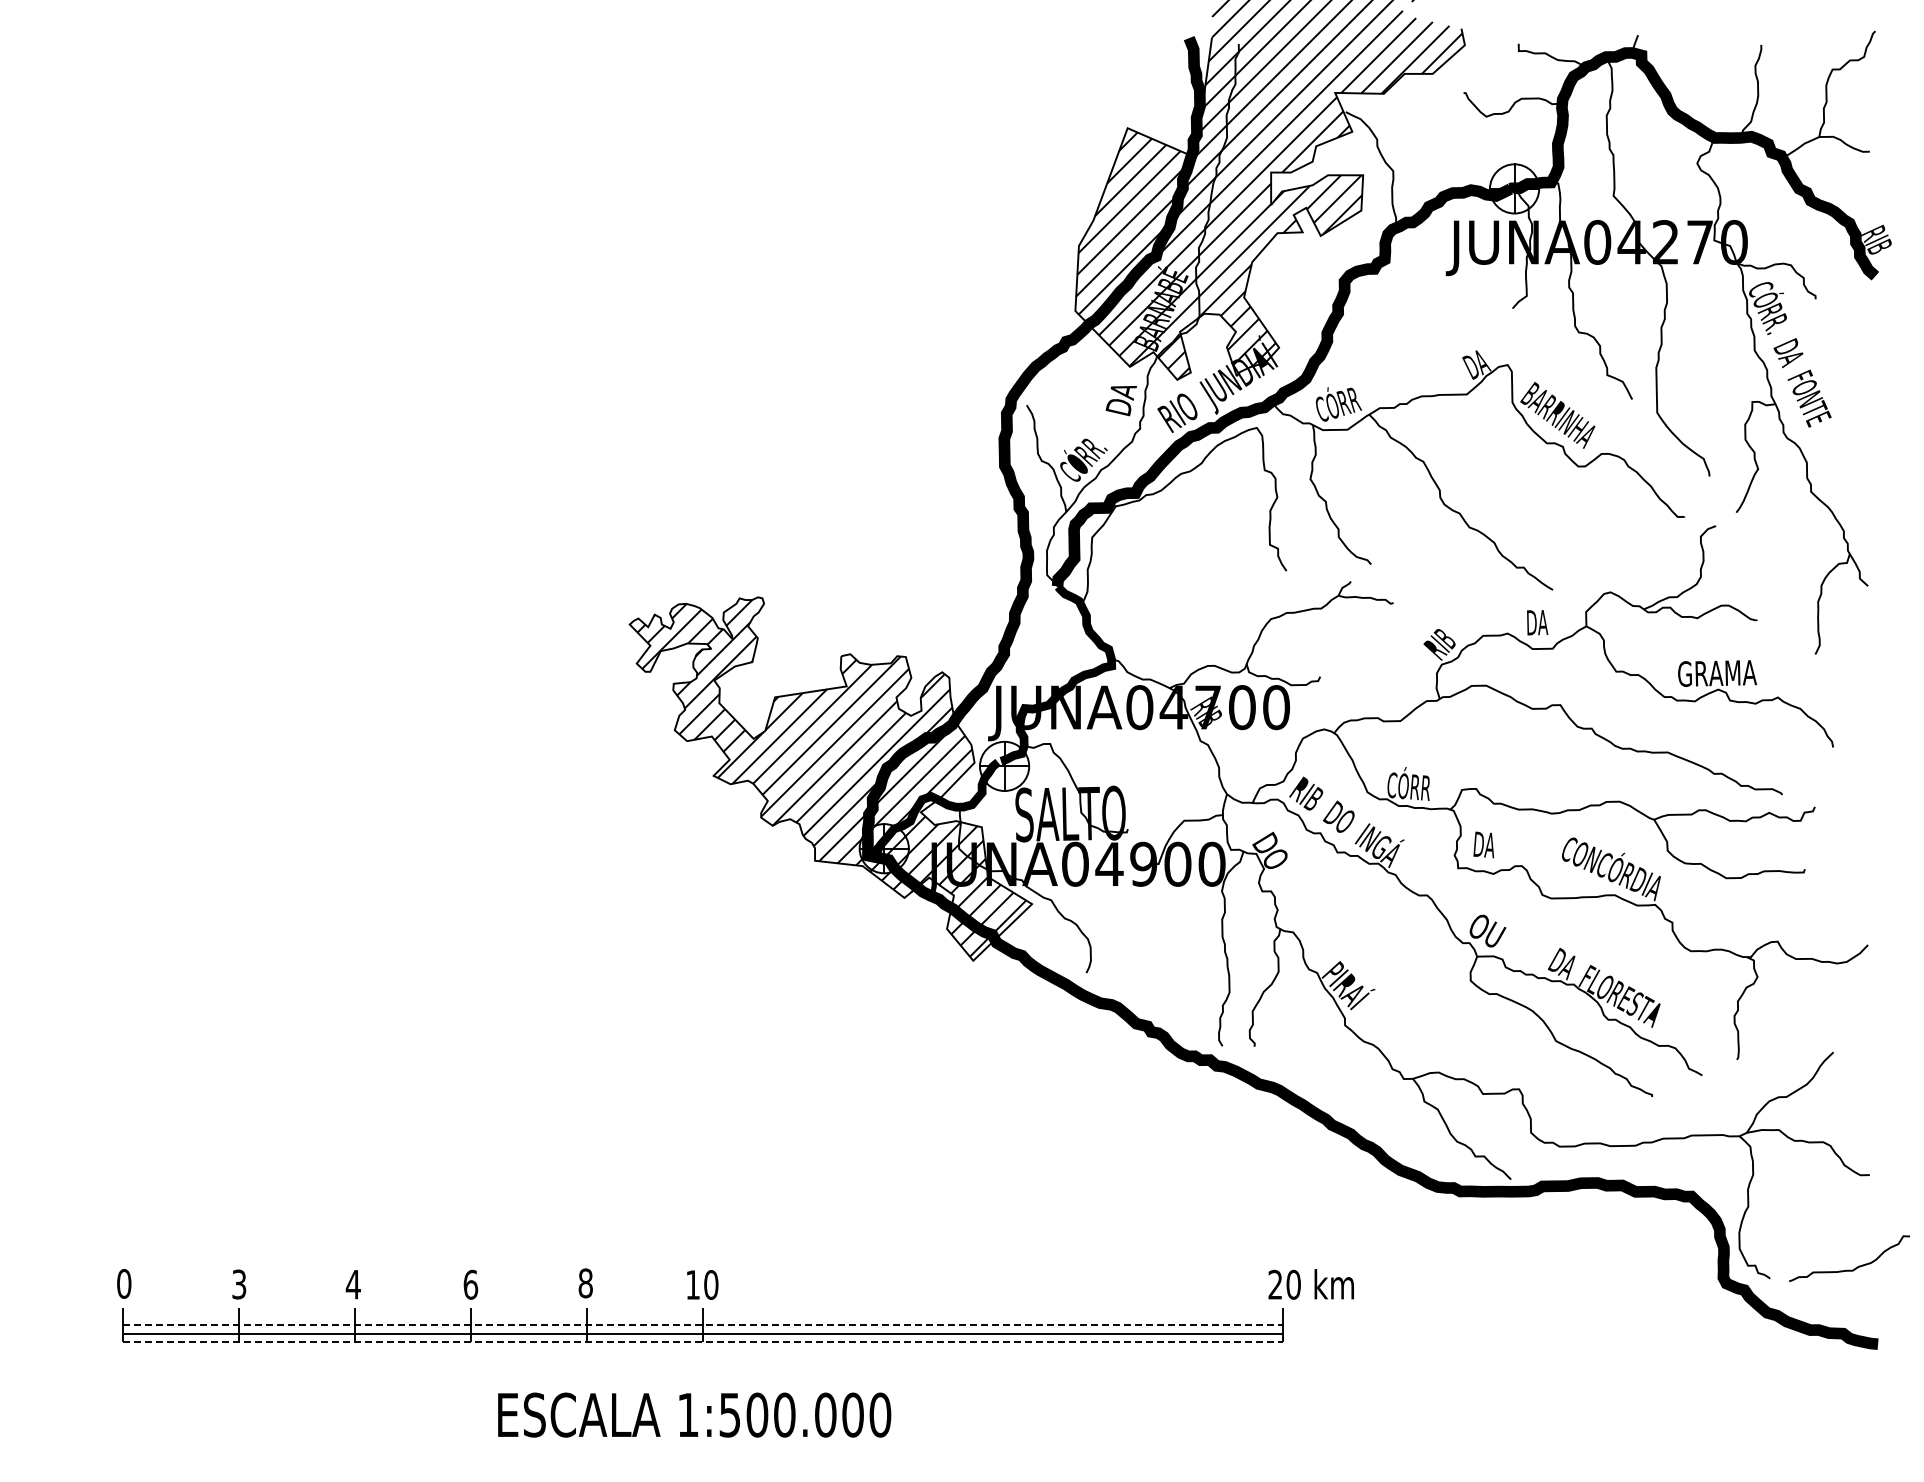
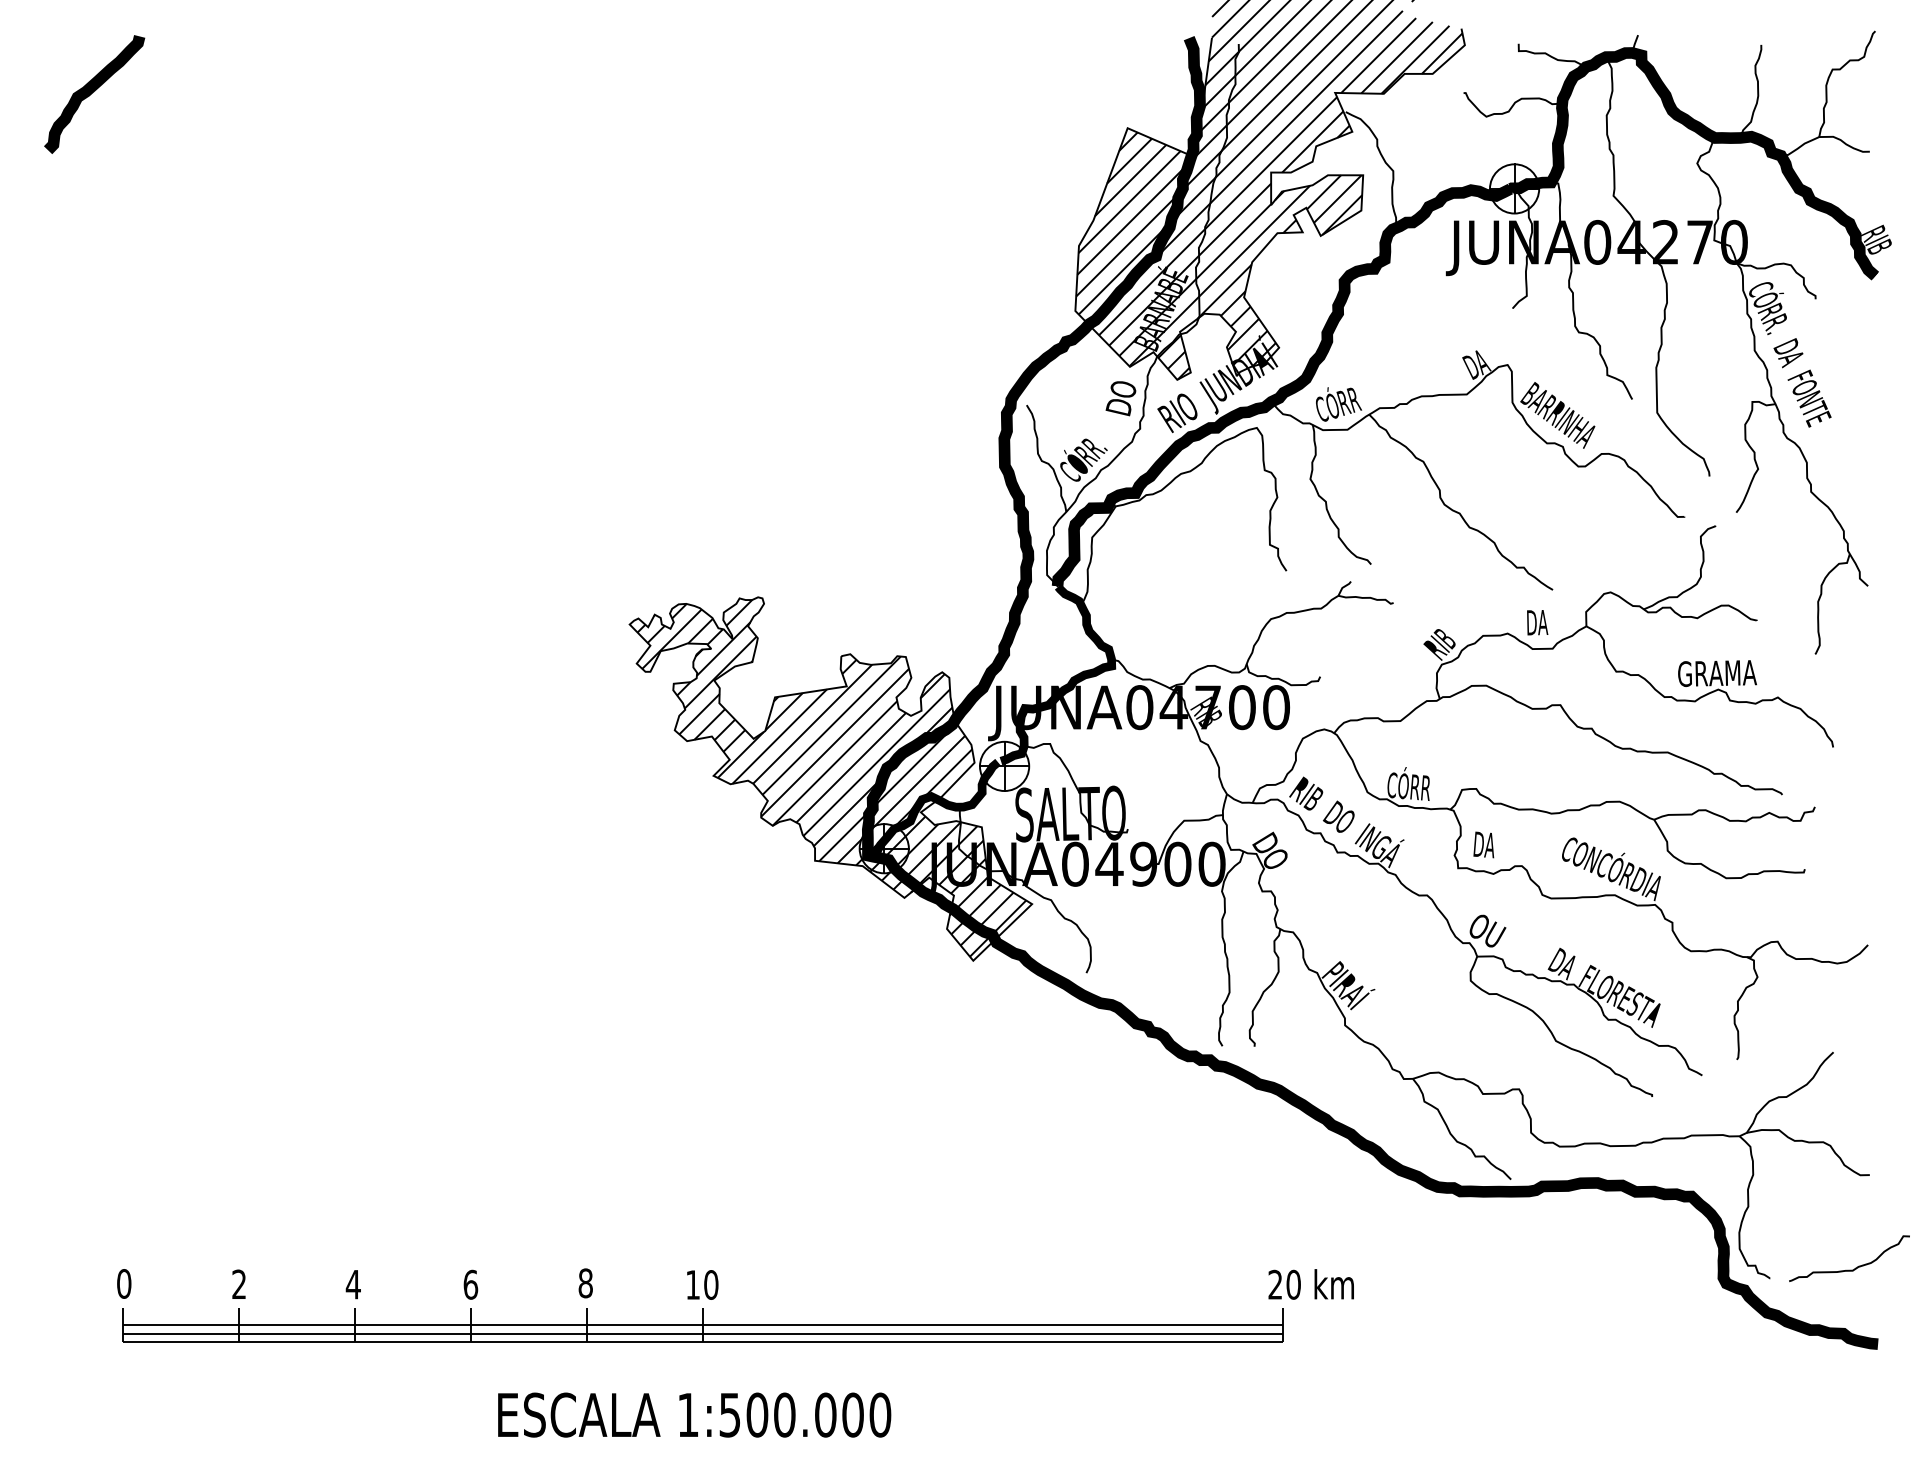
curve at (93, 92): none -> present
text at (1123, 390): DA -> DO
text at (239, 1284): 3 -> 2
line at (703, 1325): dashed -> solid
line at (703, 1342): dashed -> solid
